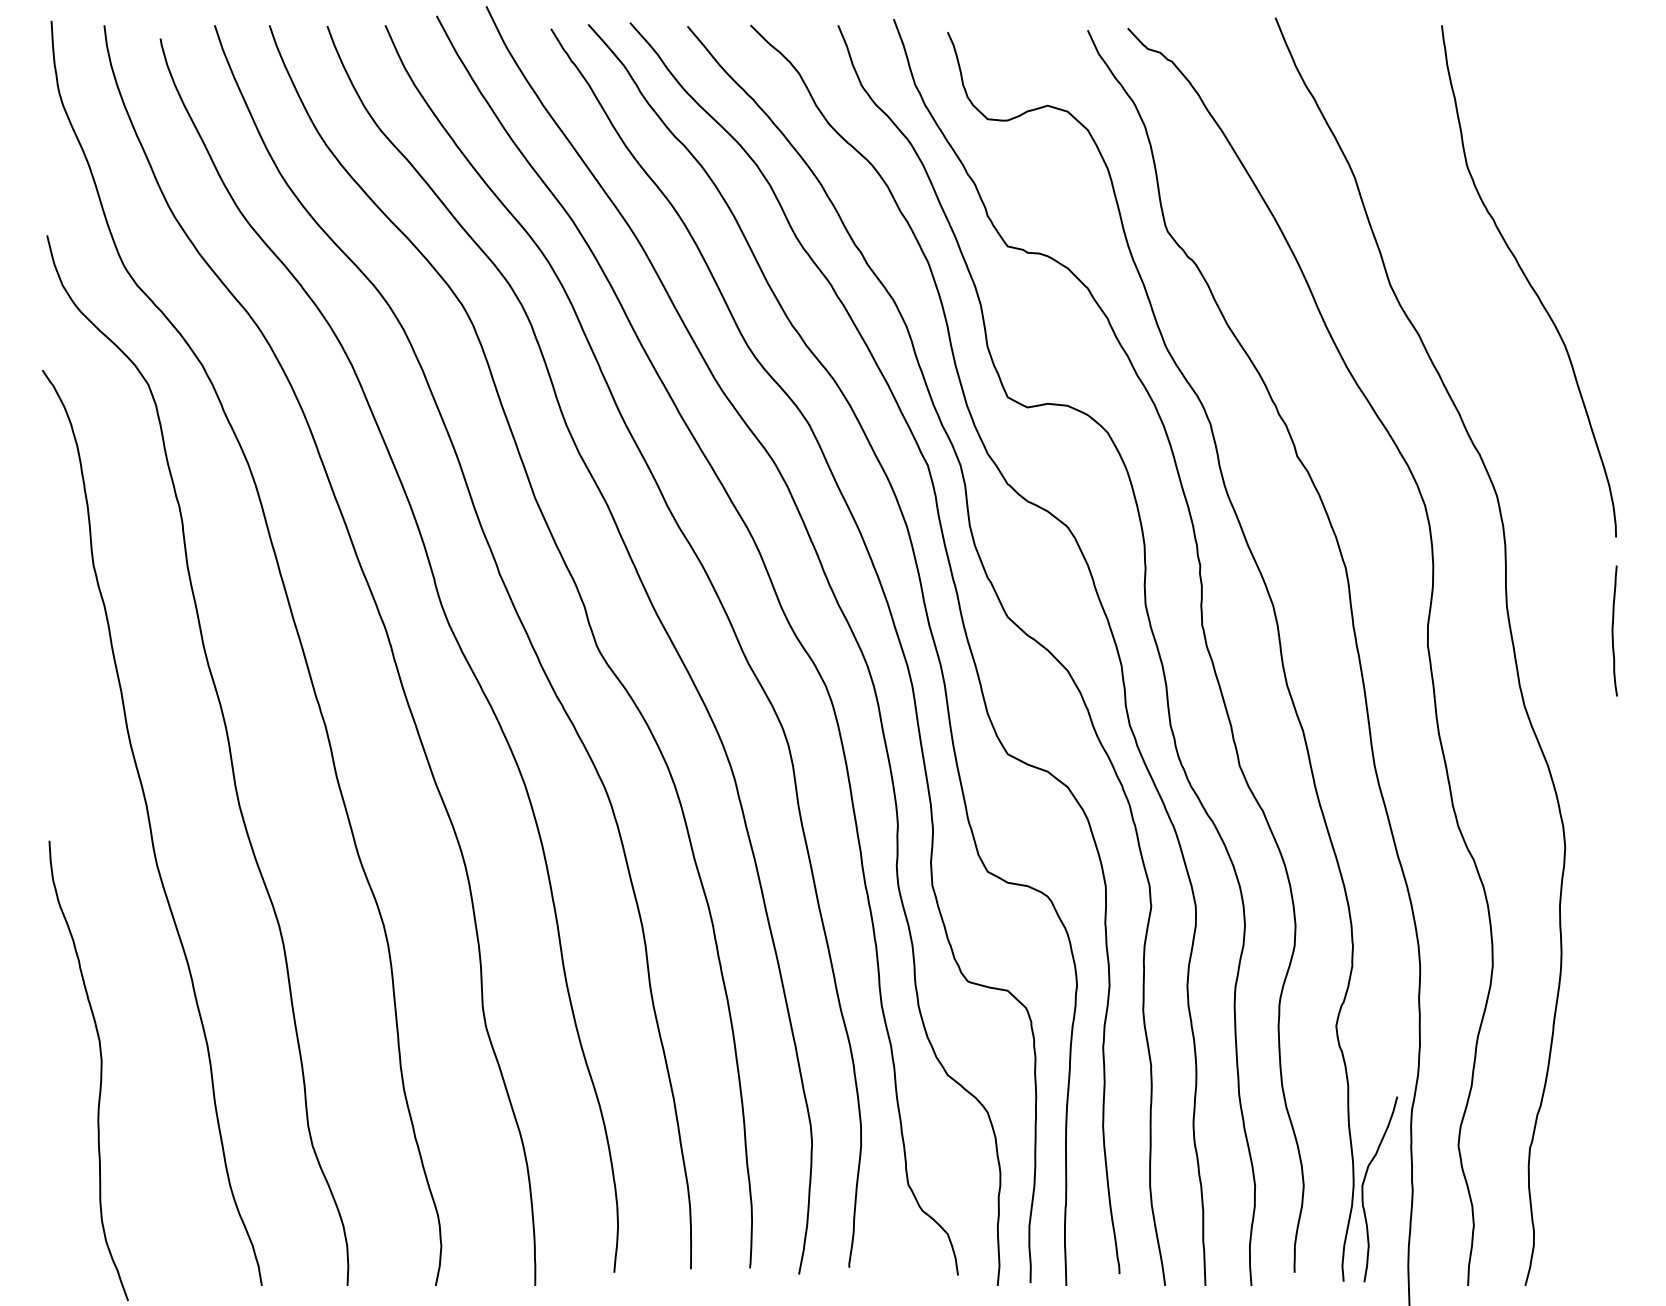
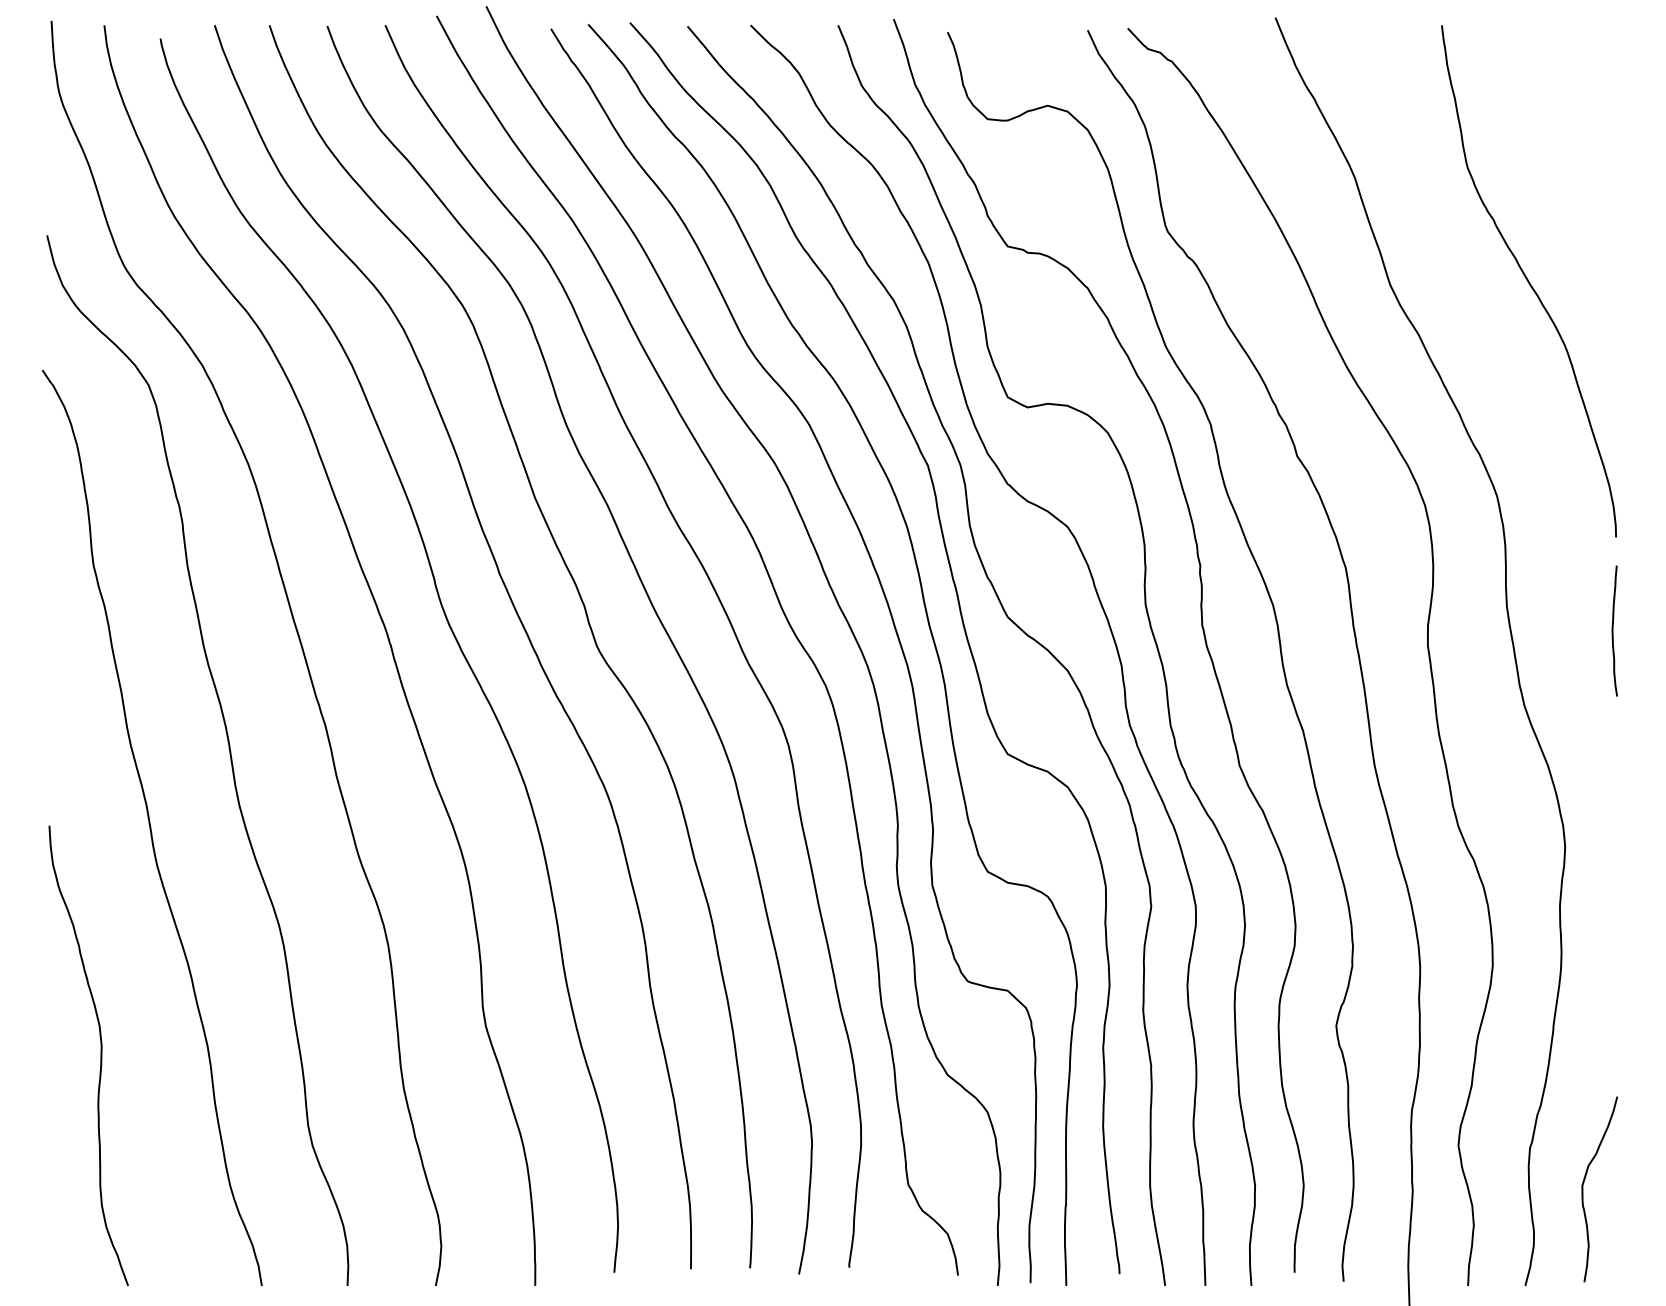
curve at (100, 1070) position: (100, 1070) -> (100, 1055)
curve at (1363, 1189) position: (1363, 1189) -> (1583, 1189)
